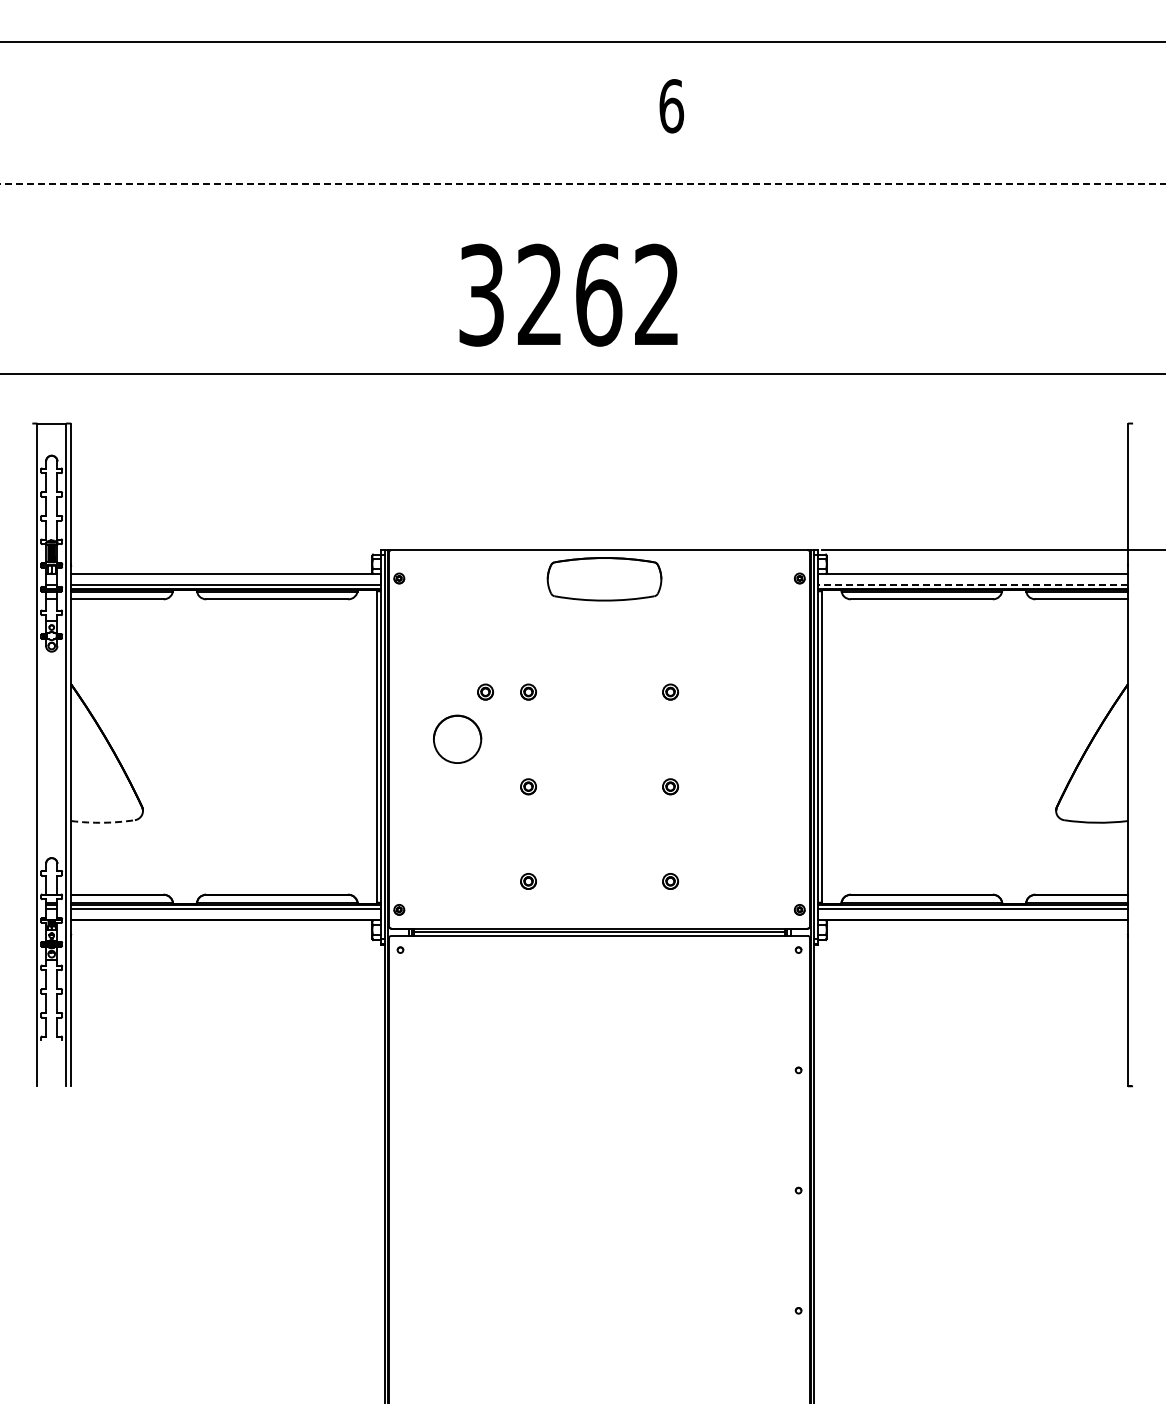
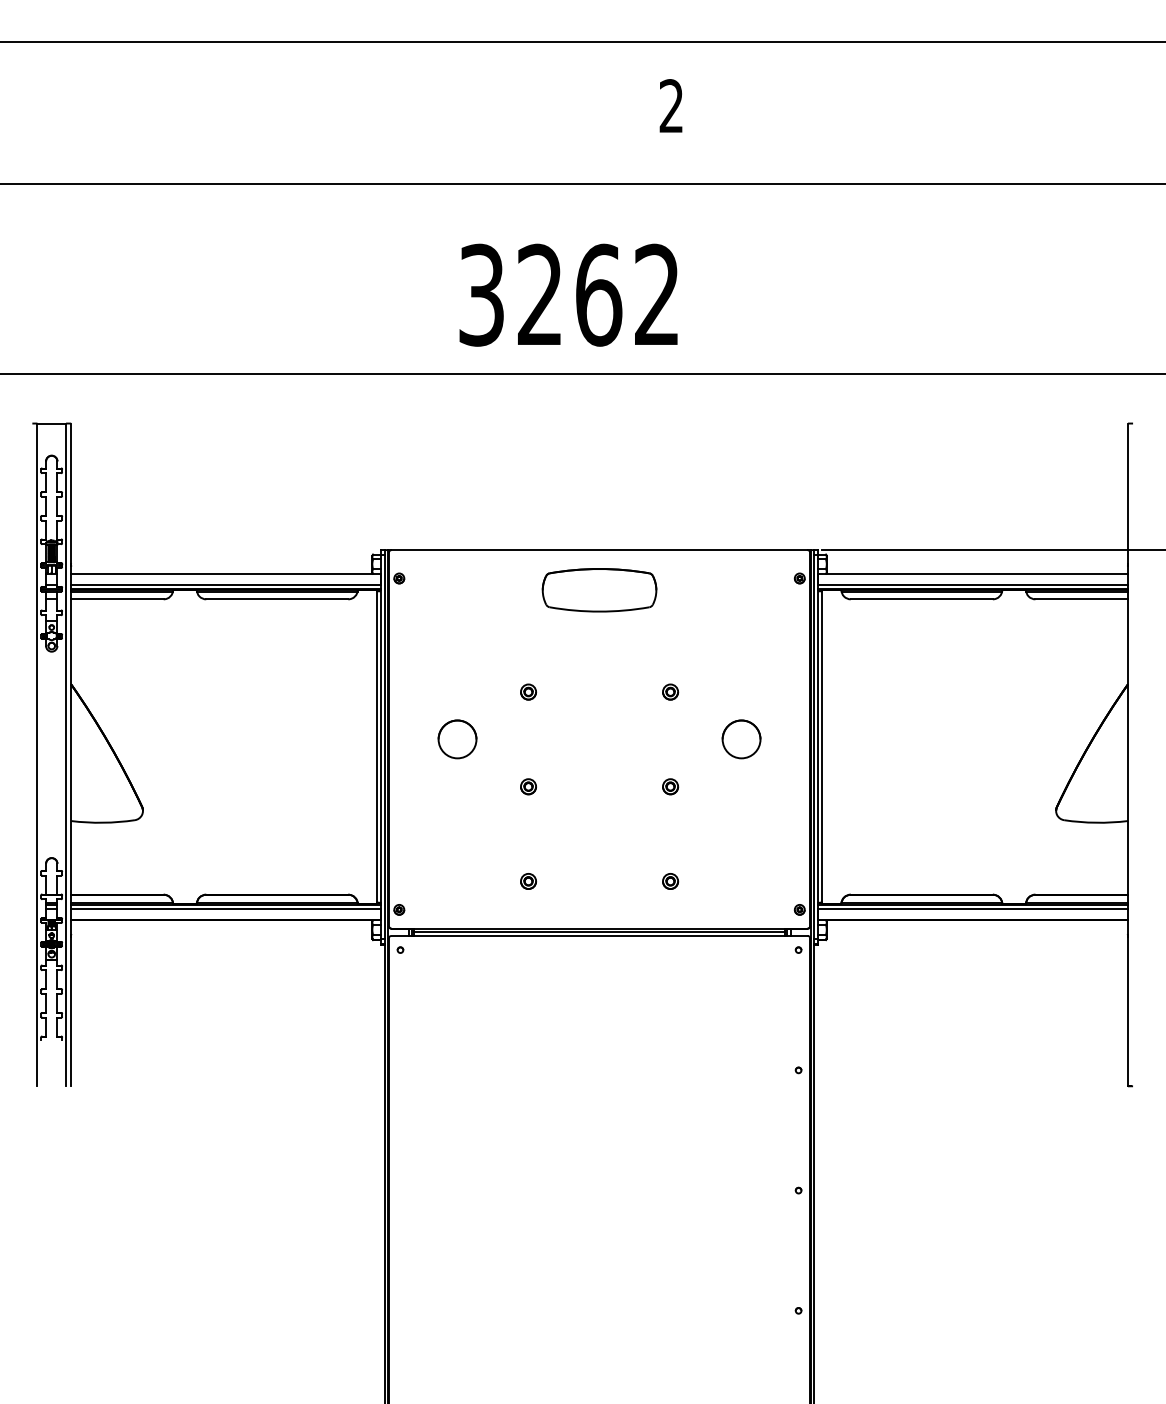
text at (671, 106): 6 -> 2
line at (582, 184): dashed -> solid
part at (604, 579) position: (604, 579) -> (599, 590)
line at (973, 584): dashed -> solid
part at (485, 691): present -> none
part at (457, 738) size: 50x50 px -> 41x41 px
part at (741, 739): none -> present
arc at (103, 822): dashed -> solid
